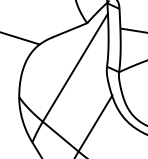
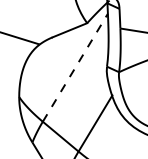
line at (75, 67): solid -> dashed
